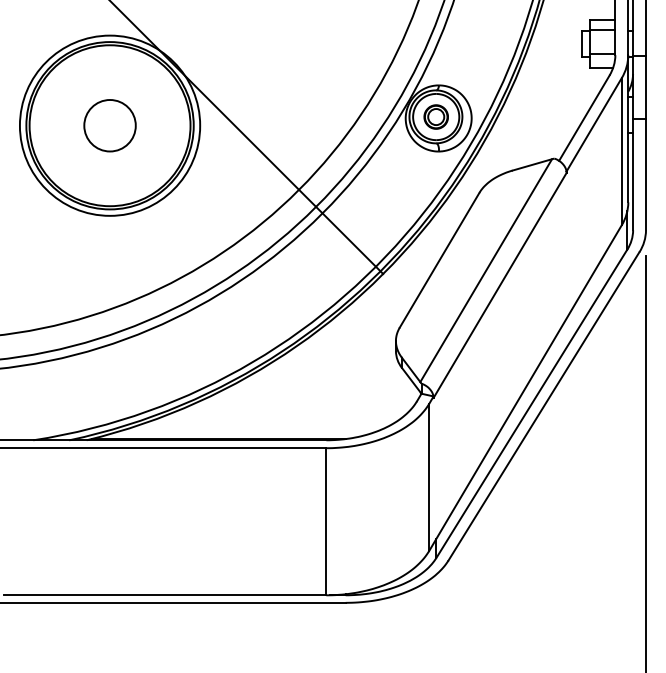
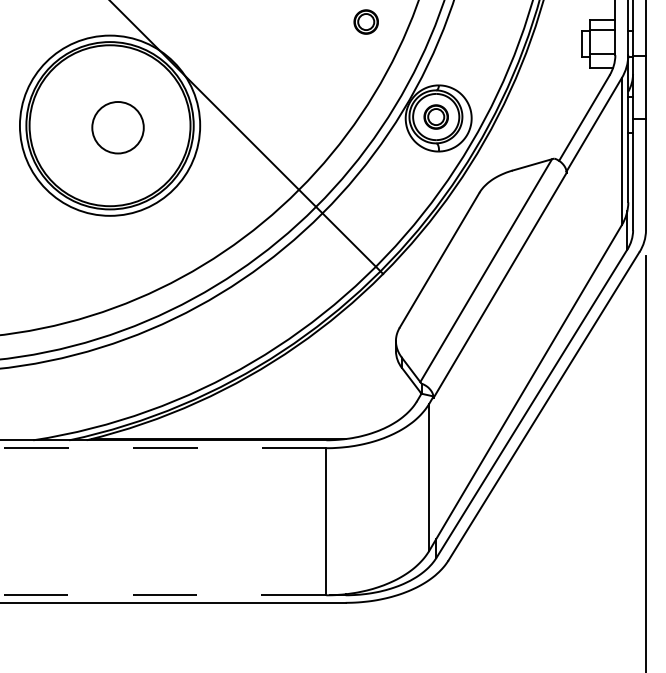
part at (365, 21): none -> present
circle at (109, 125) position: (109, 125) -> (117, 127)
line at (163, 448): solid -> dashed
line at (165, 595): solid -> dashed
